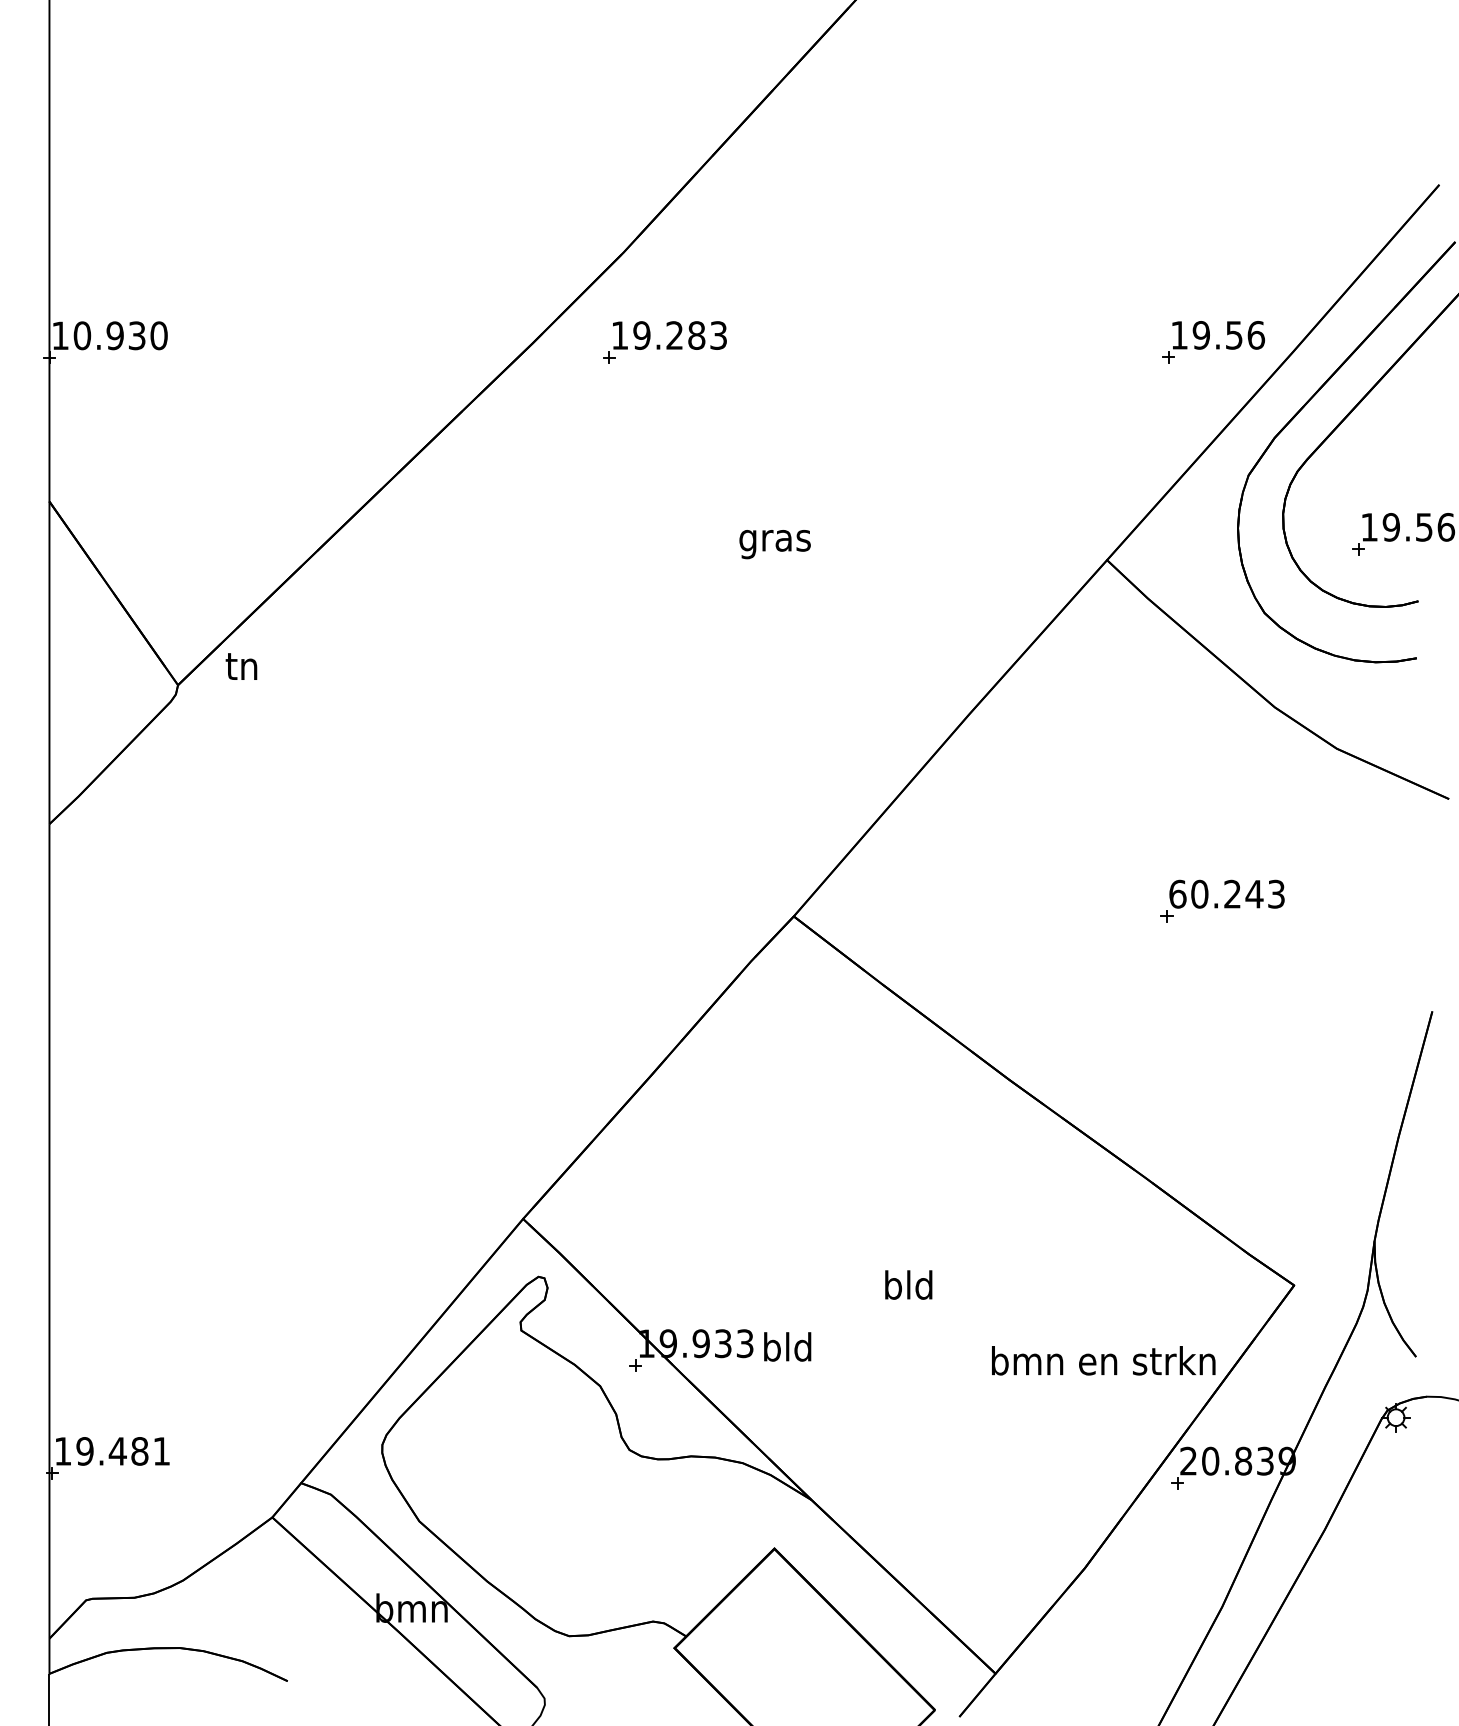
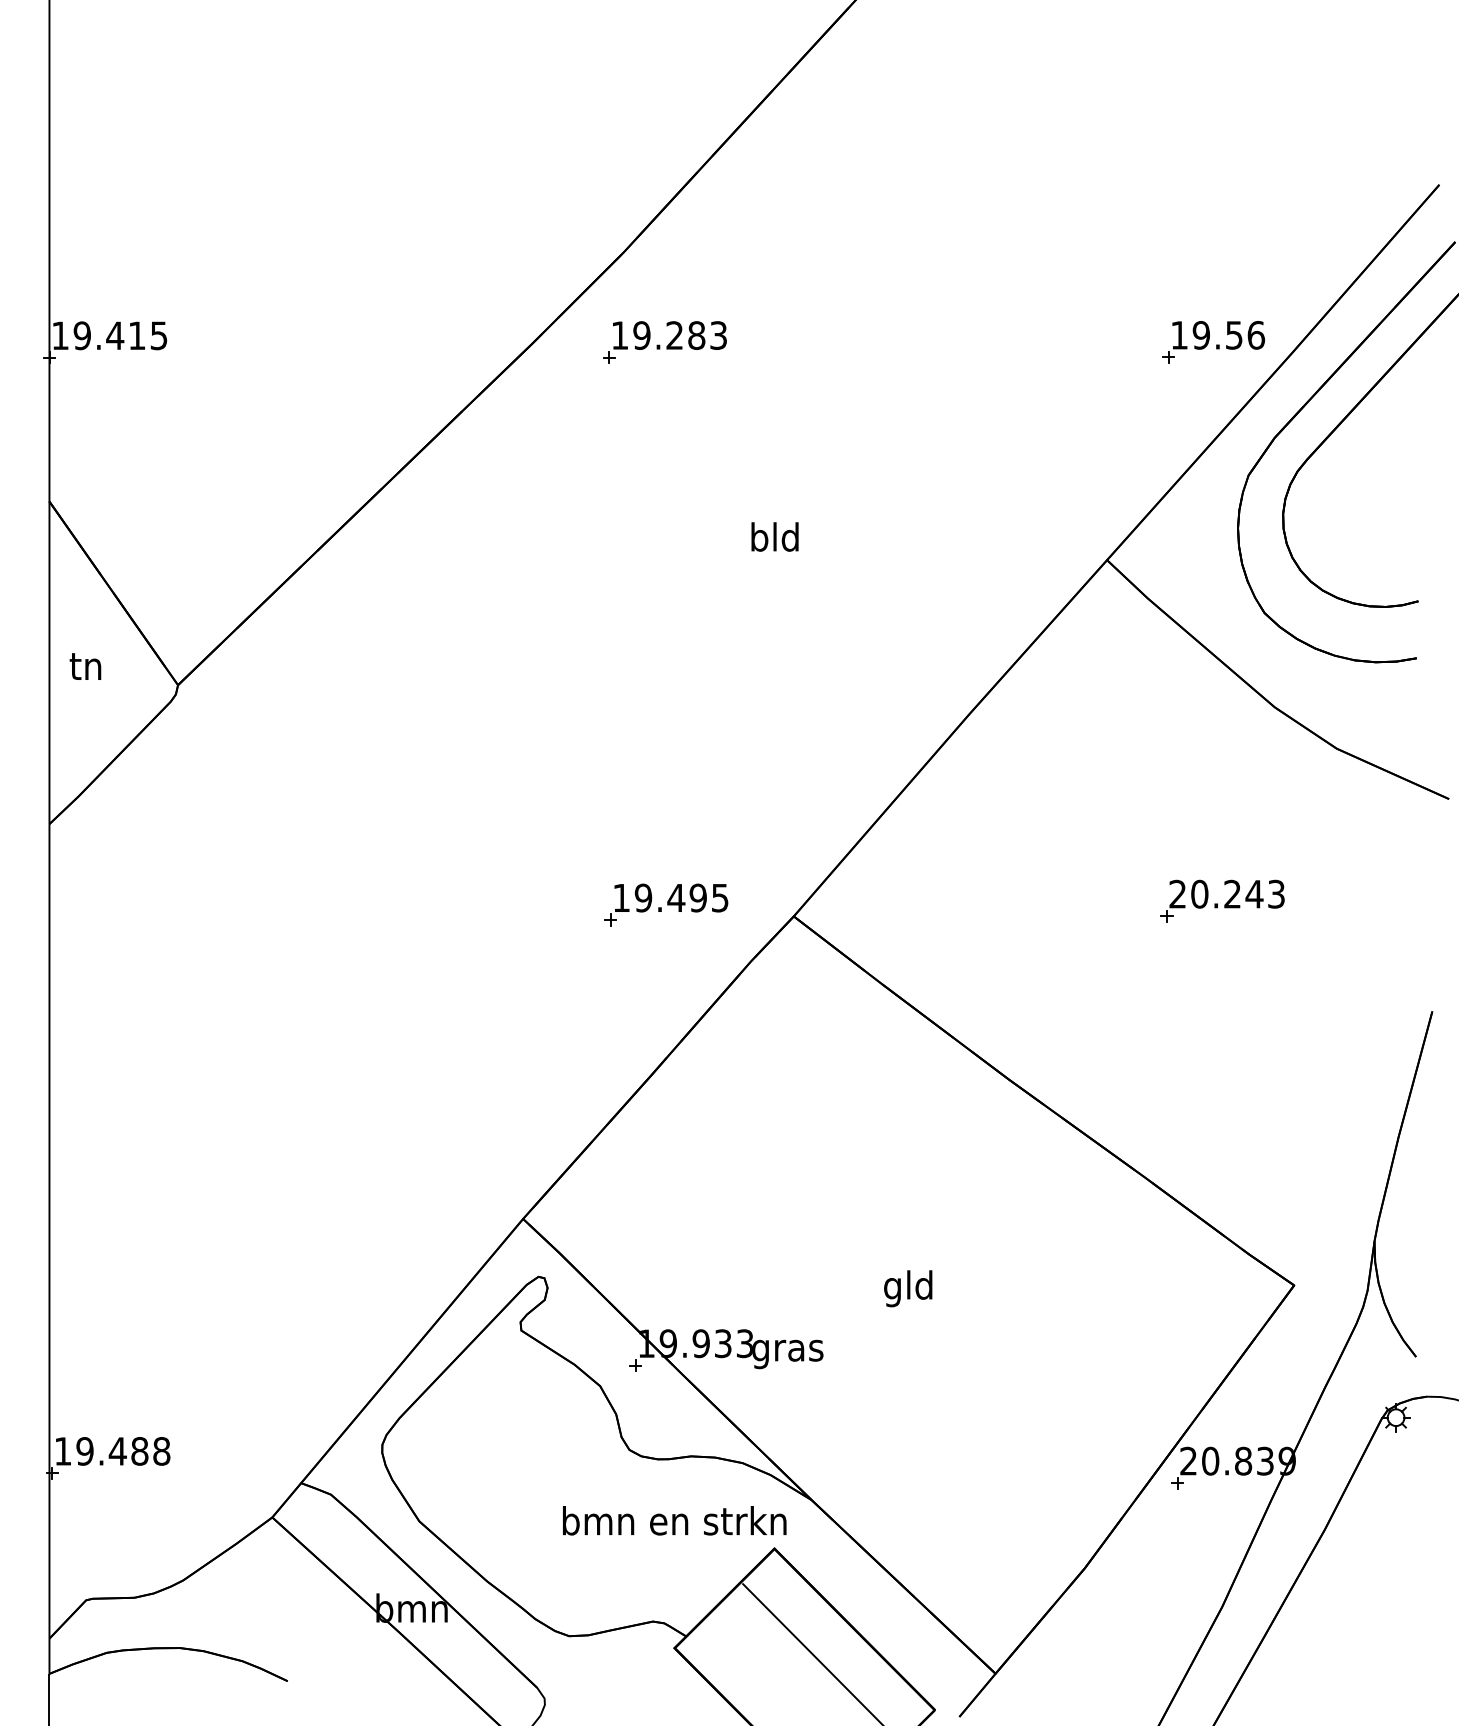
text at (120, 335): 10.930 -> 19.415
part at (1403, 534): present -> none
text at (774, 540): gras -> bld
text at (241, 666) position: (241, 666) -> (85, 666)
text at (1177, 893): 60.243 -> 20.243
part at (666, 904): none -> present
text at (892, 1288): bld -> gld
text at (787, 1350): bld -> gras
text at (1103, 1360) position: (1103, 1360) -> (674, 1520)
text at (161, 1451): 19.481 -> 19.488
line at (811, 1653): none -> present
